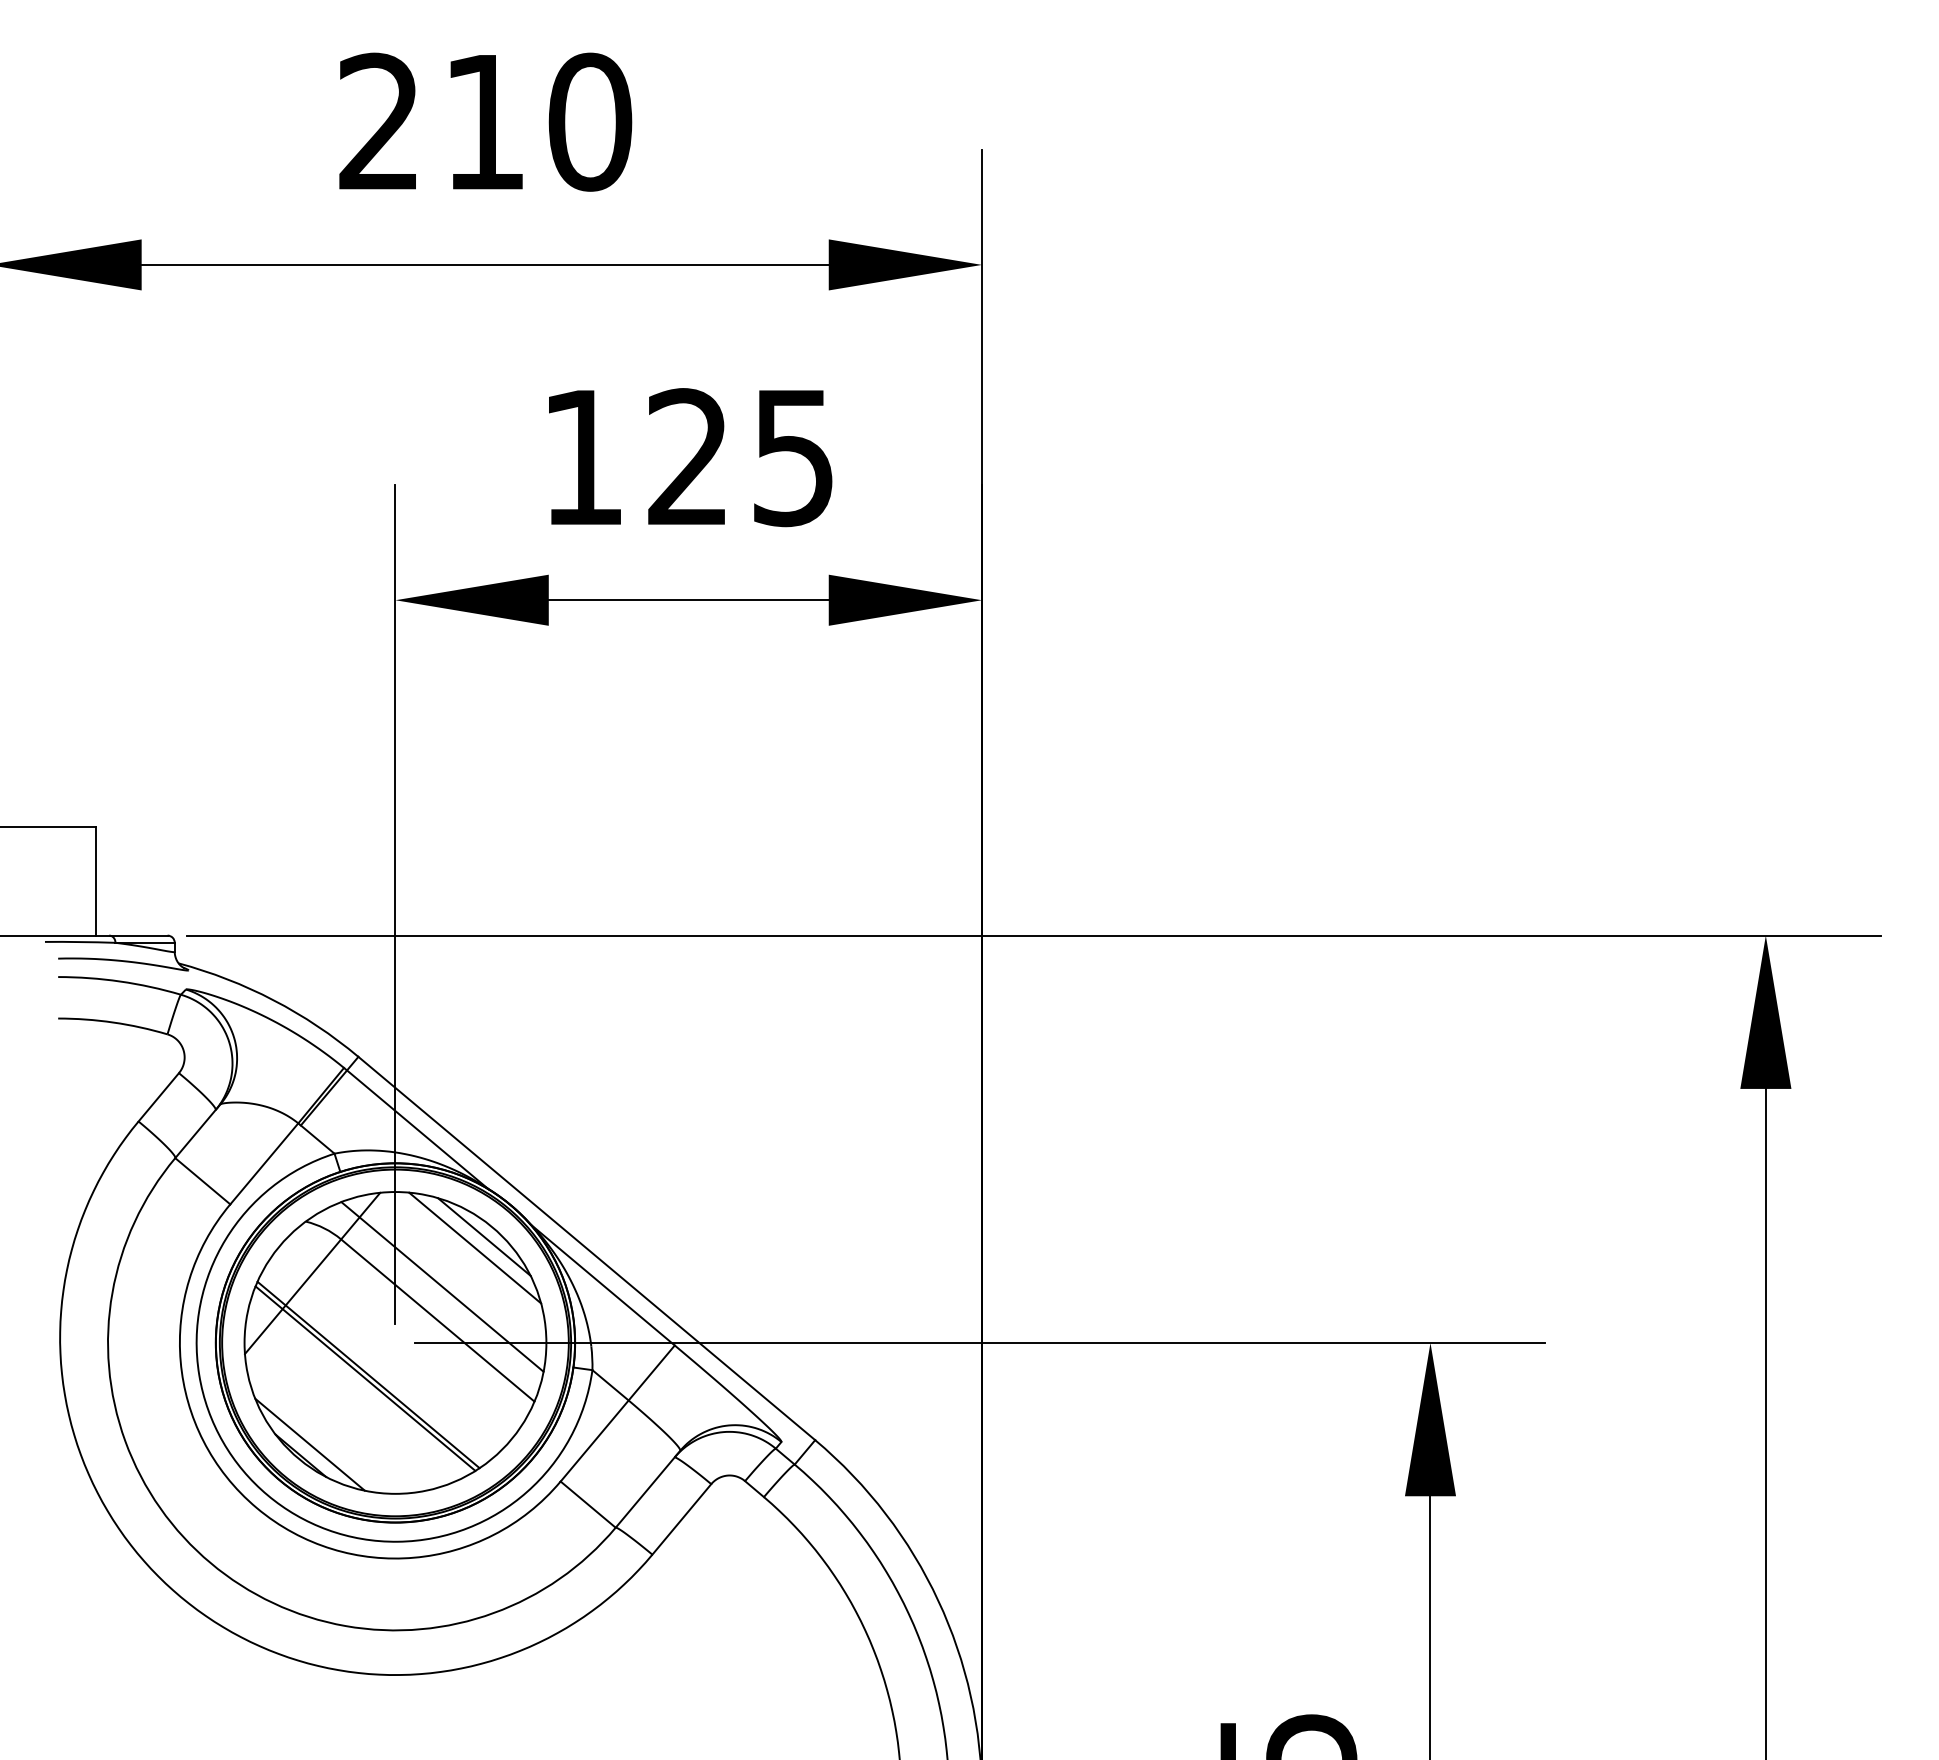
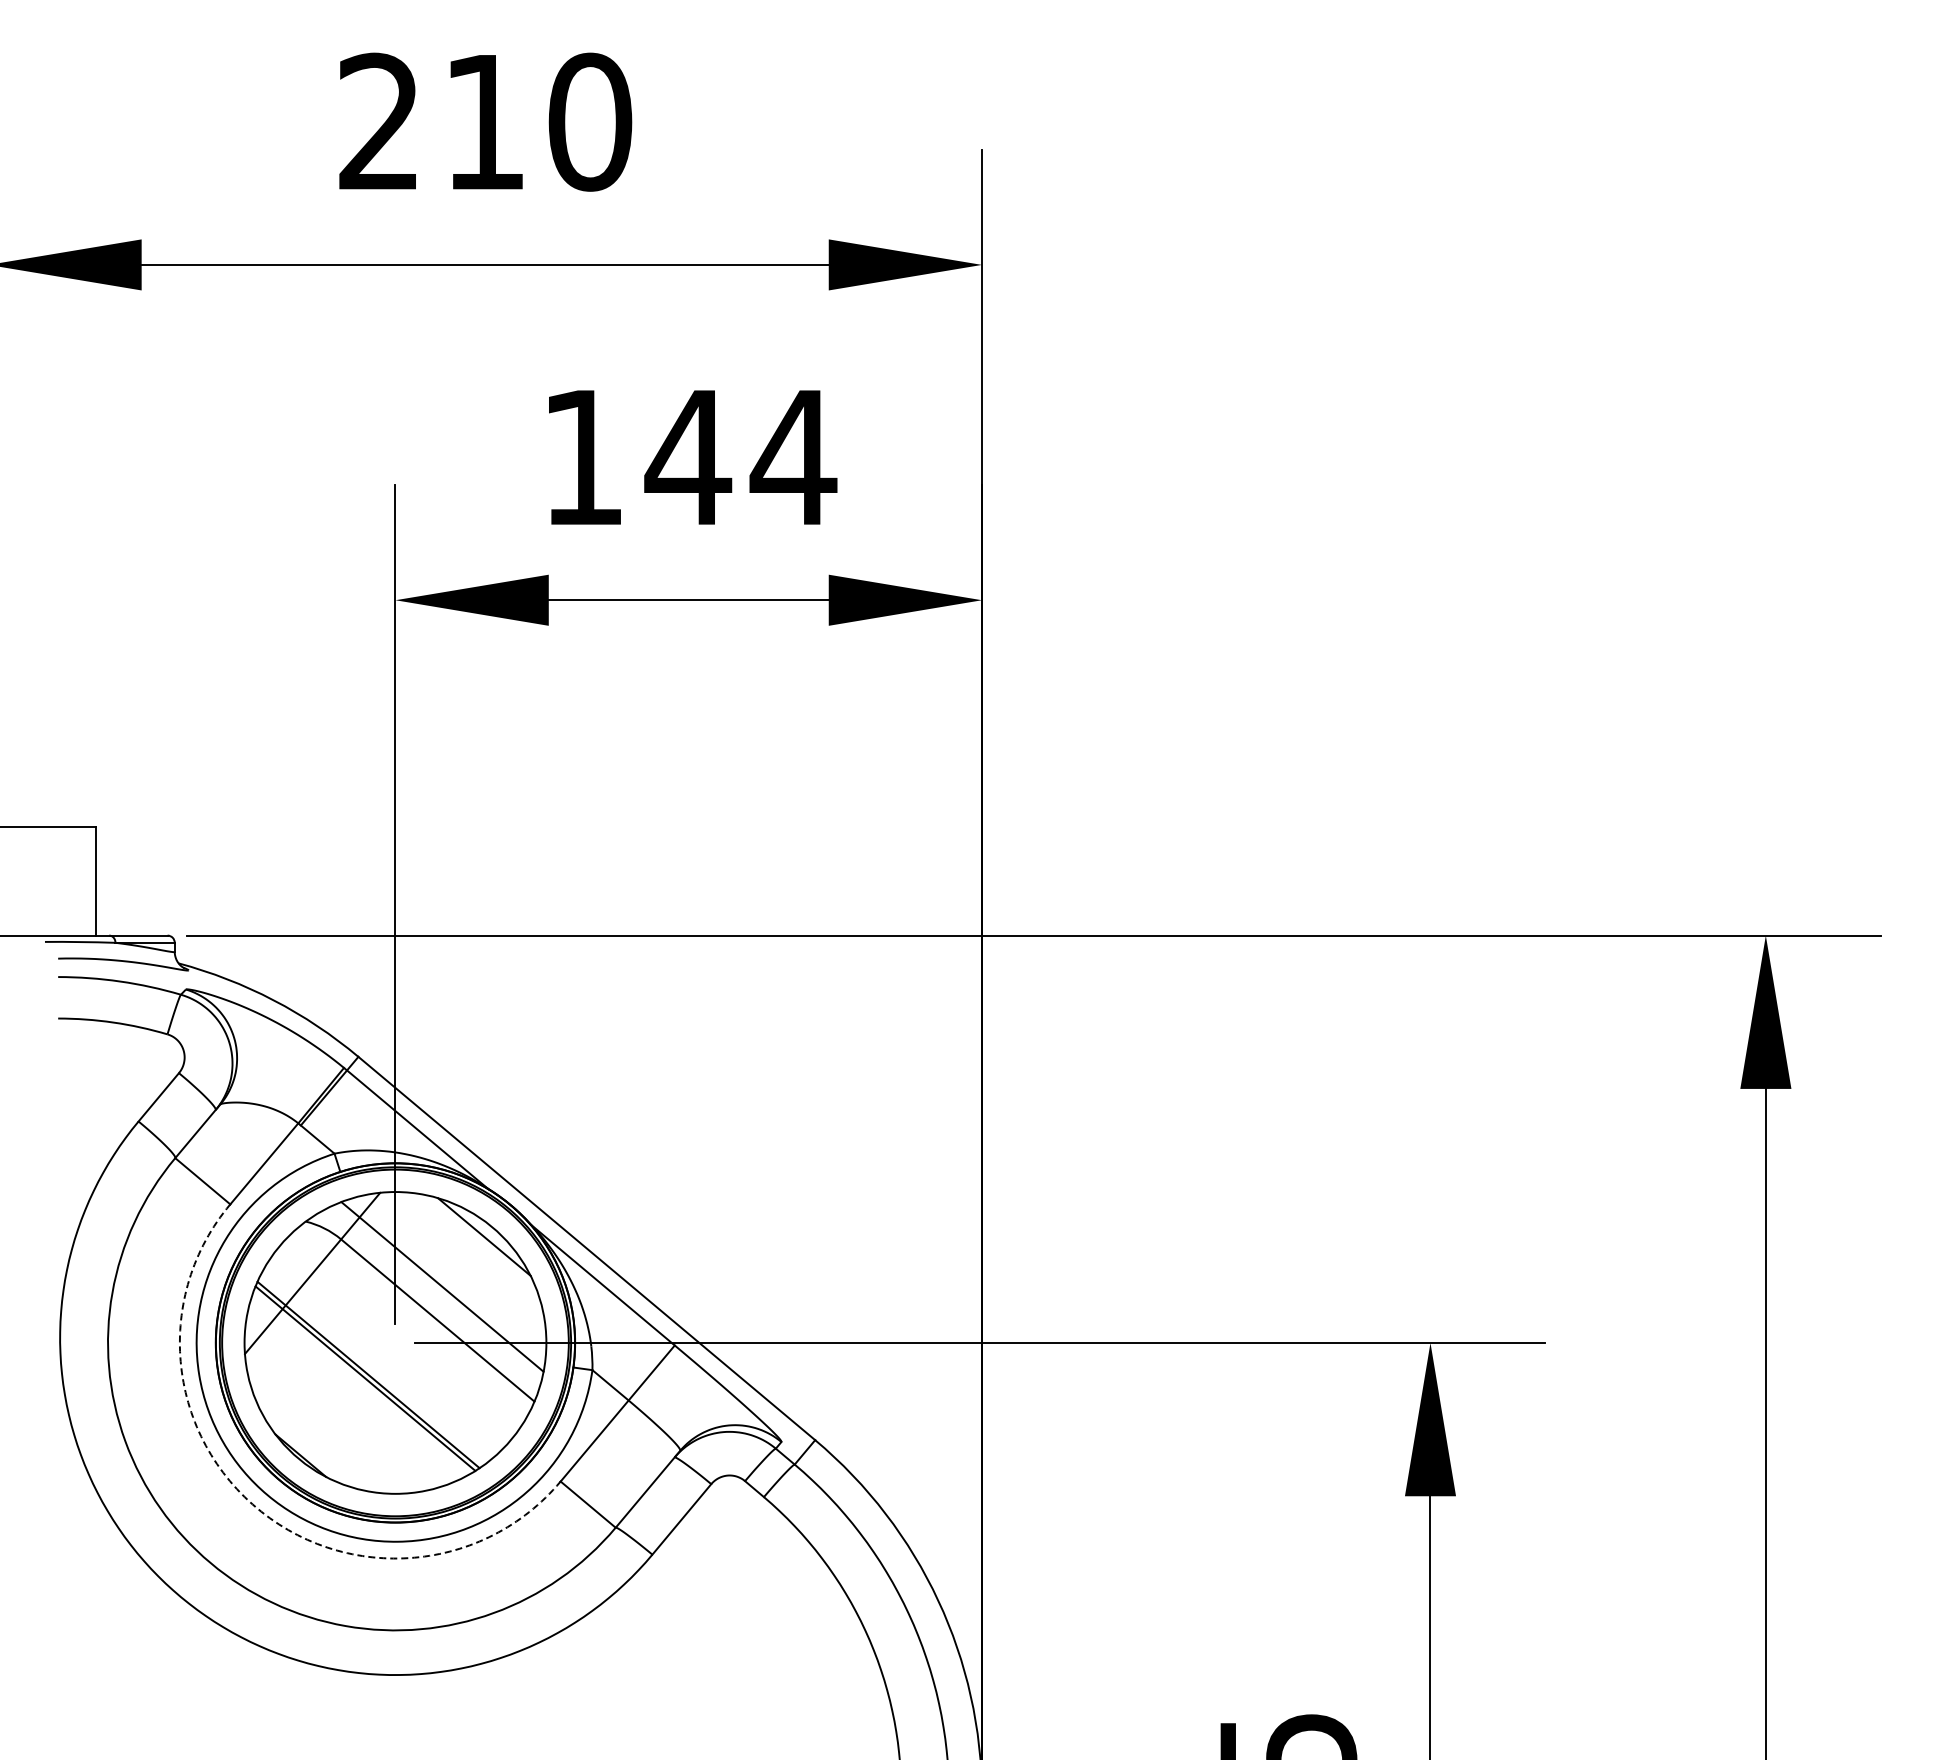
text at (740, 457): 125 -> 144
line at (475, 1247): present -> none
line at (309, 1444): present -> none
arc at (256, 1508): solid -> dashed
